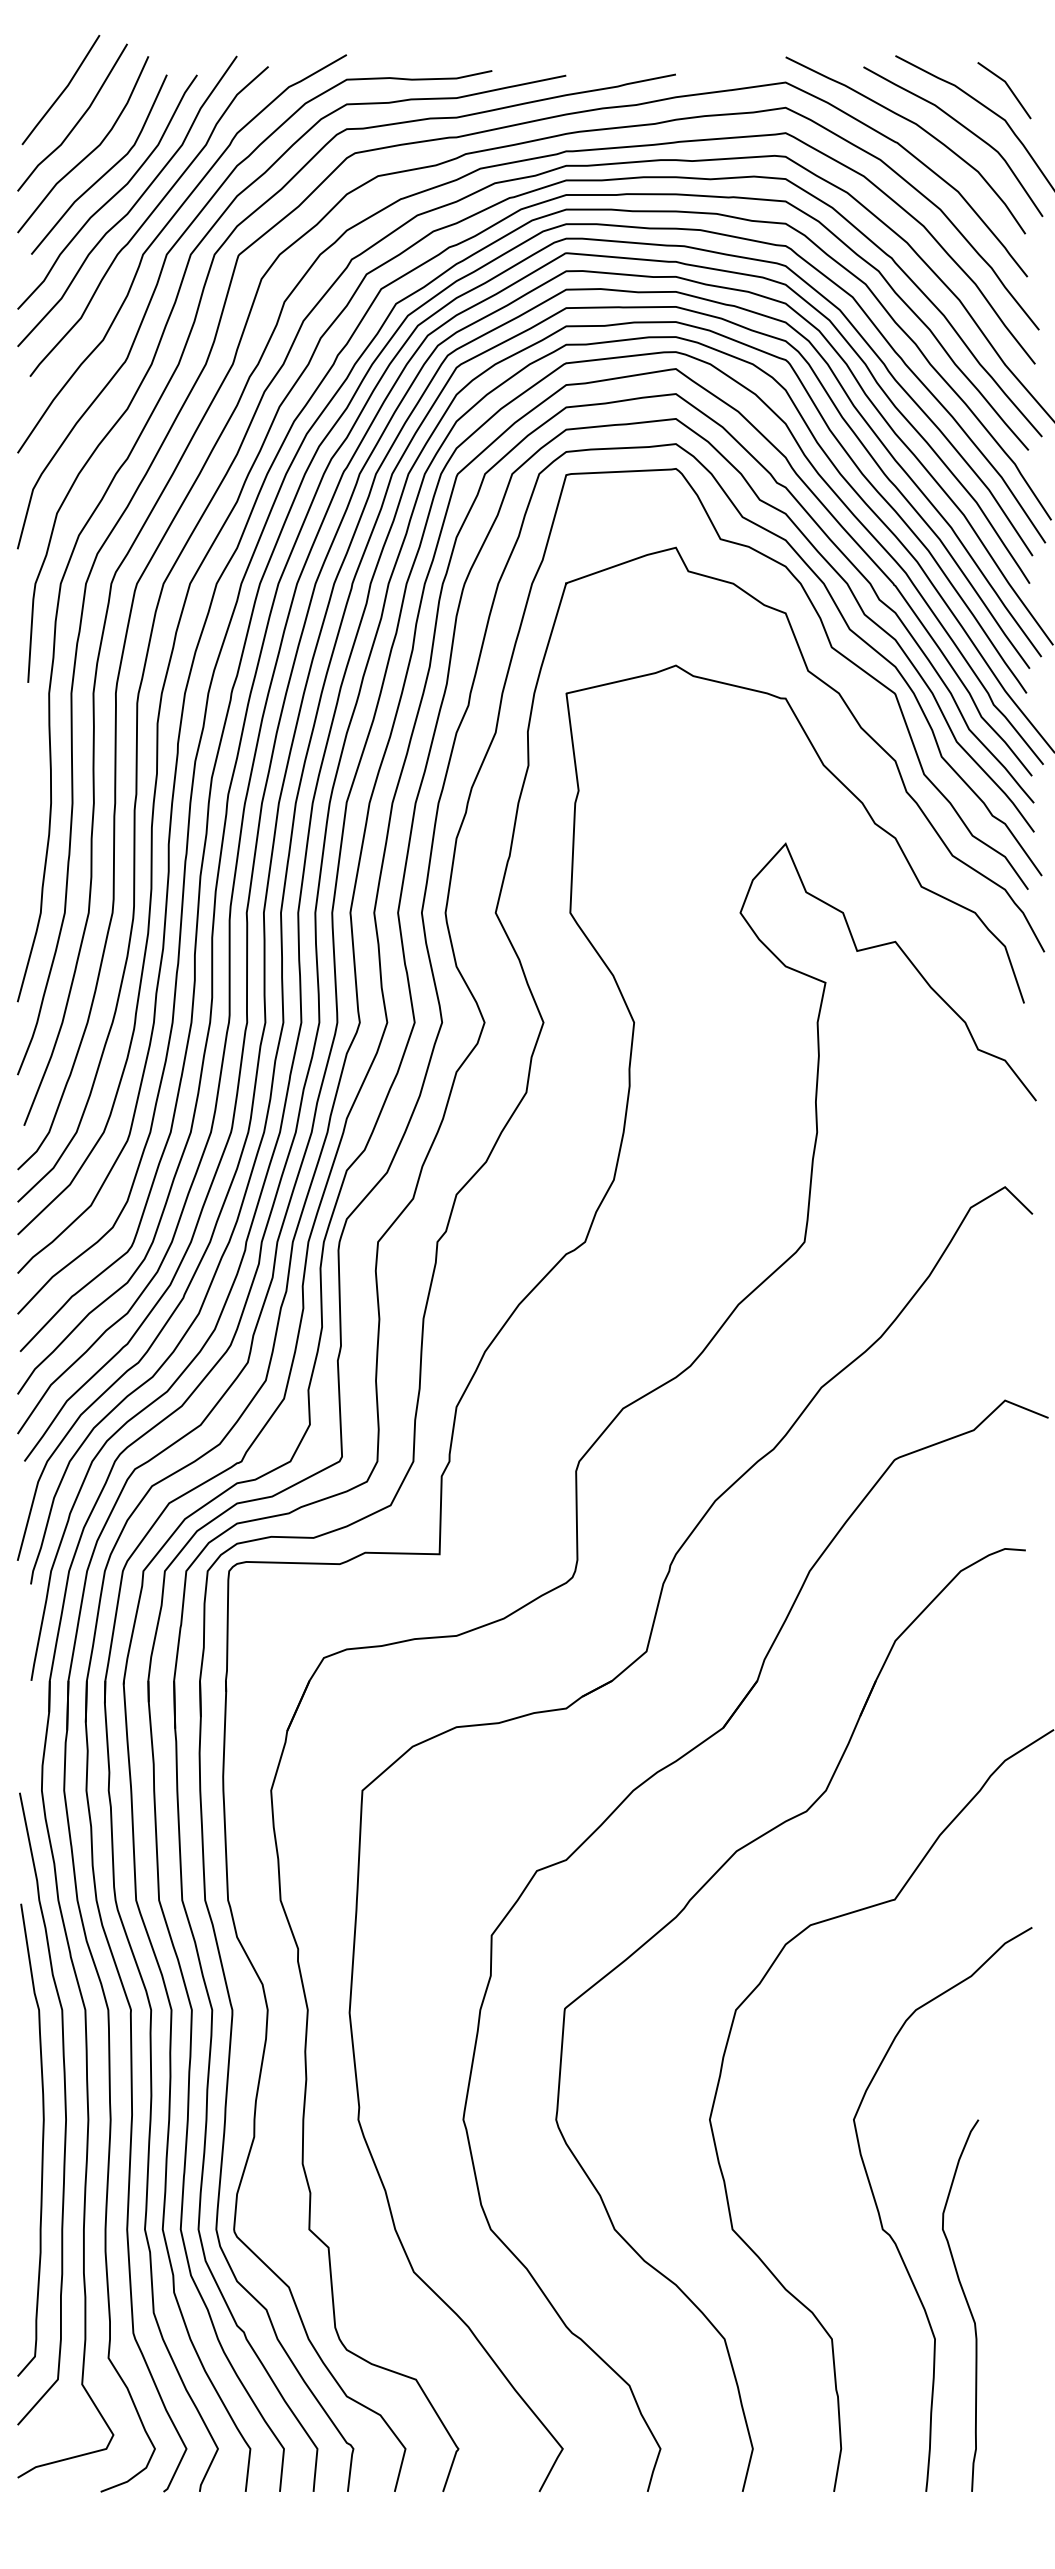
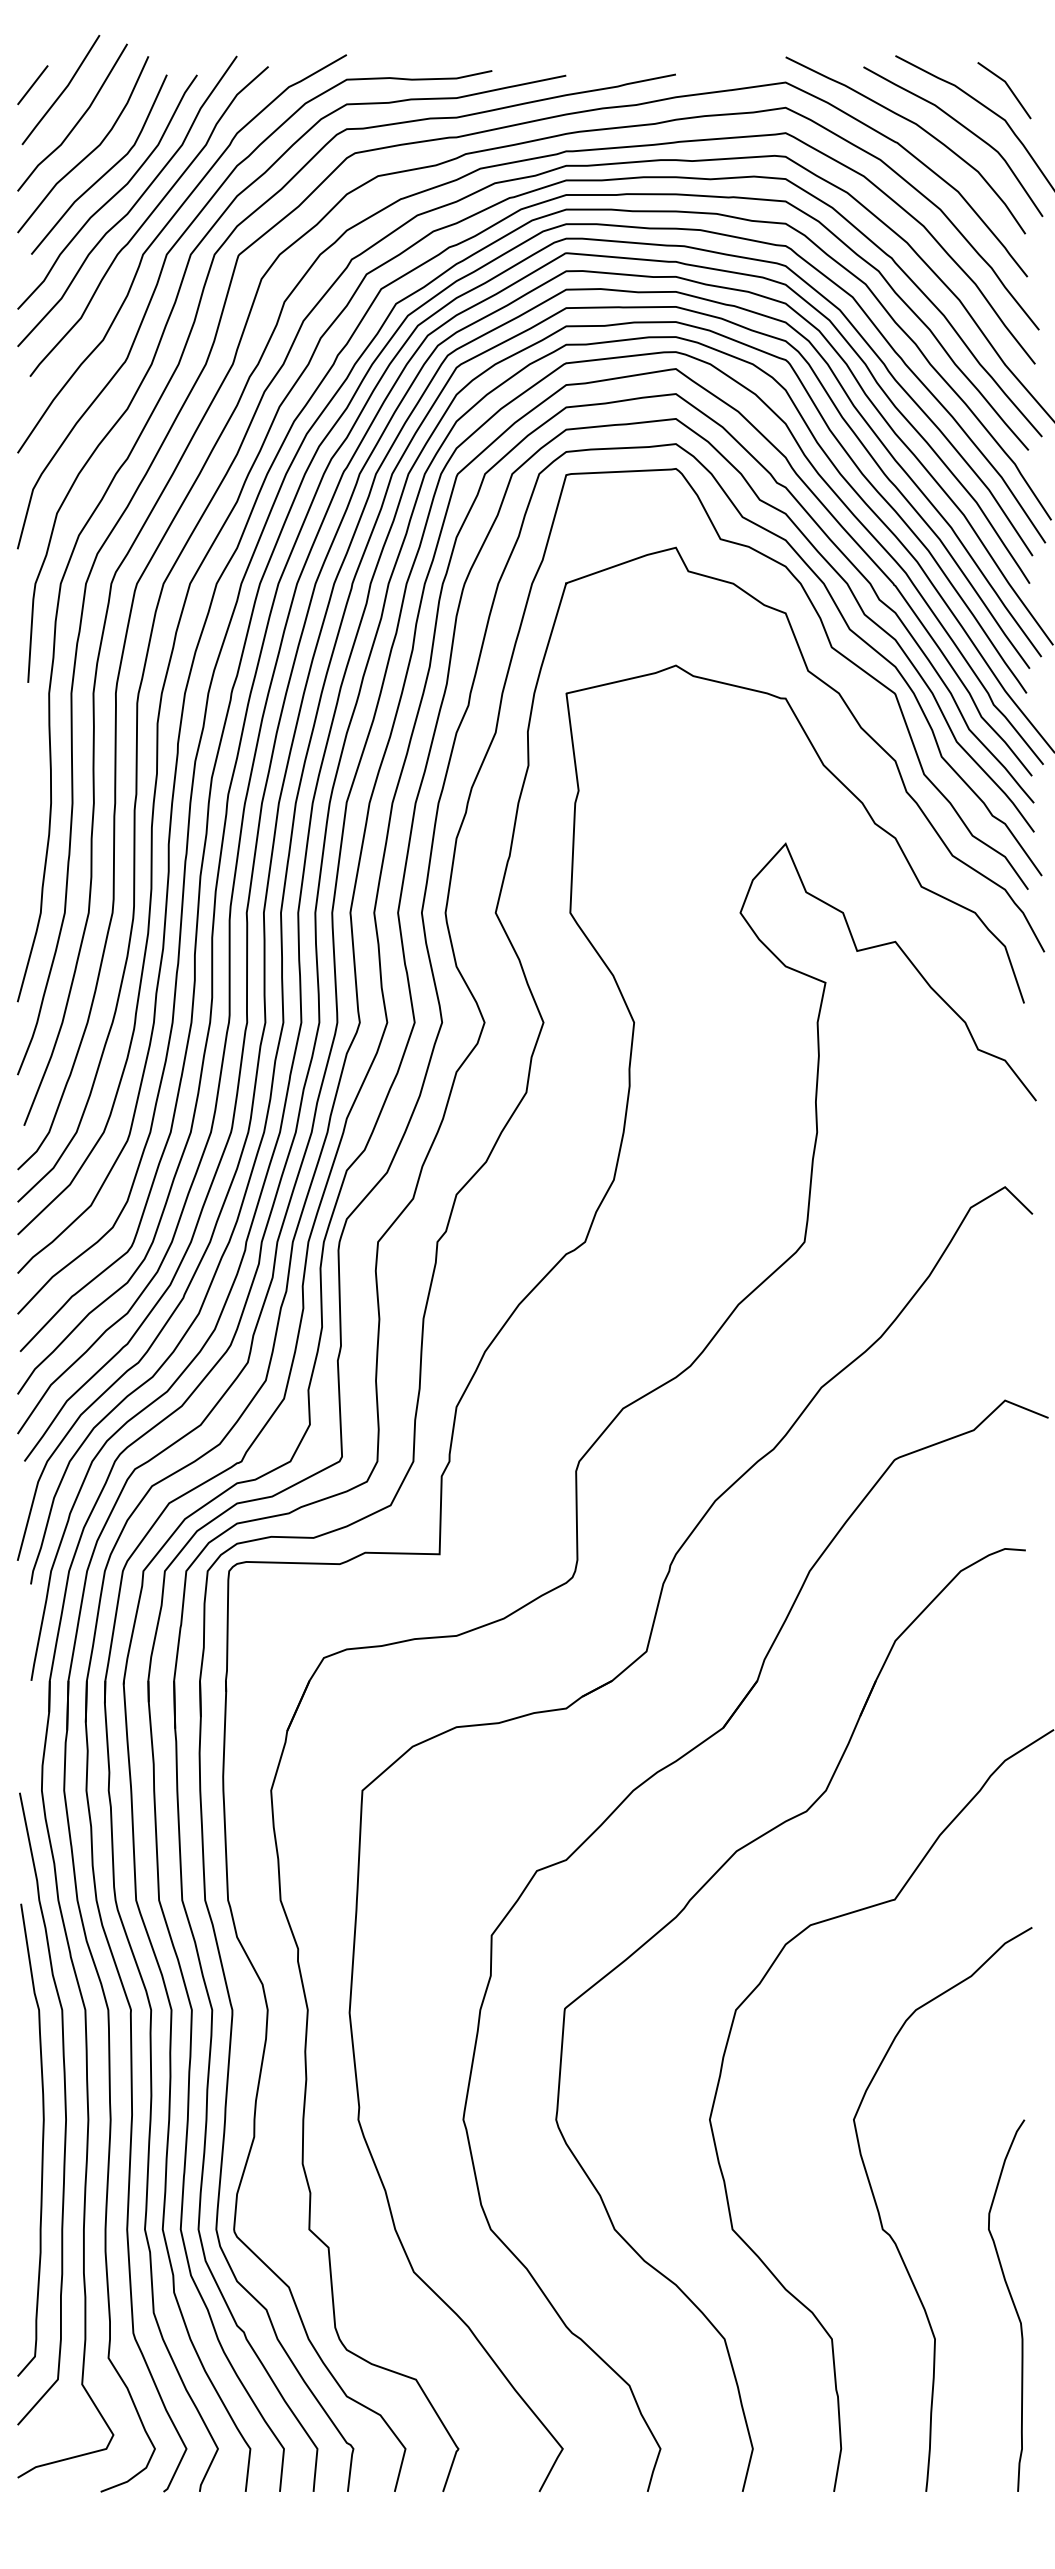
line at (32, 85): none -> present
curve at (966, 2303) position: (966, 2303) -> (1012, 2303)
